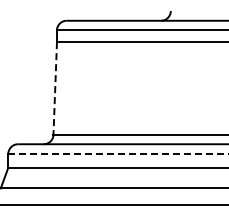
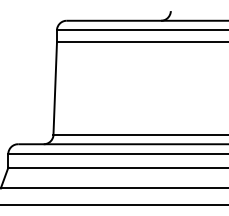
line at (55, 89): dashed -> solid
line at (118, 153): dashed -> solid
